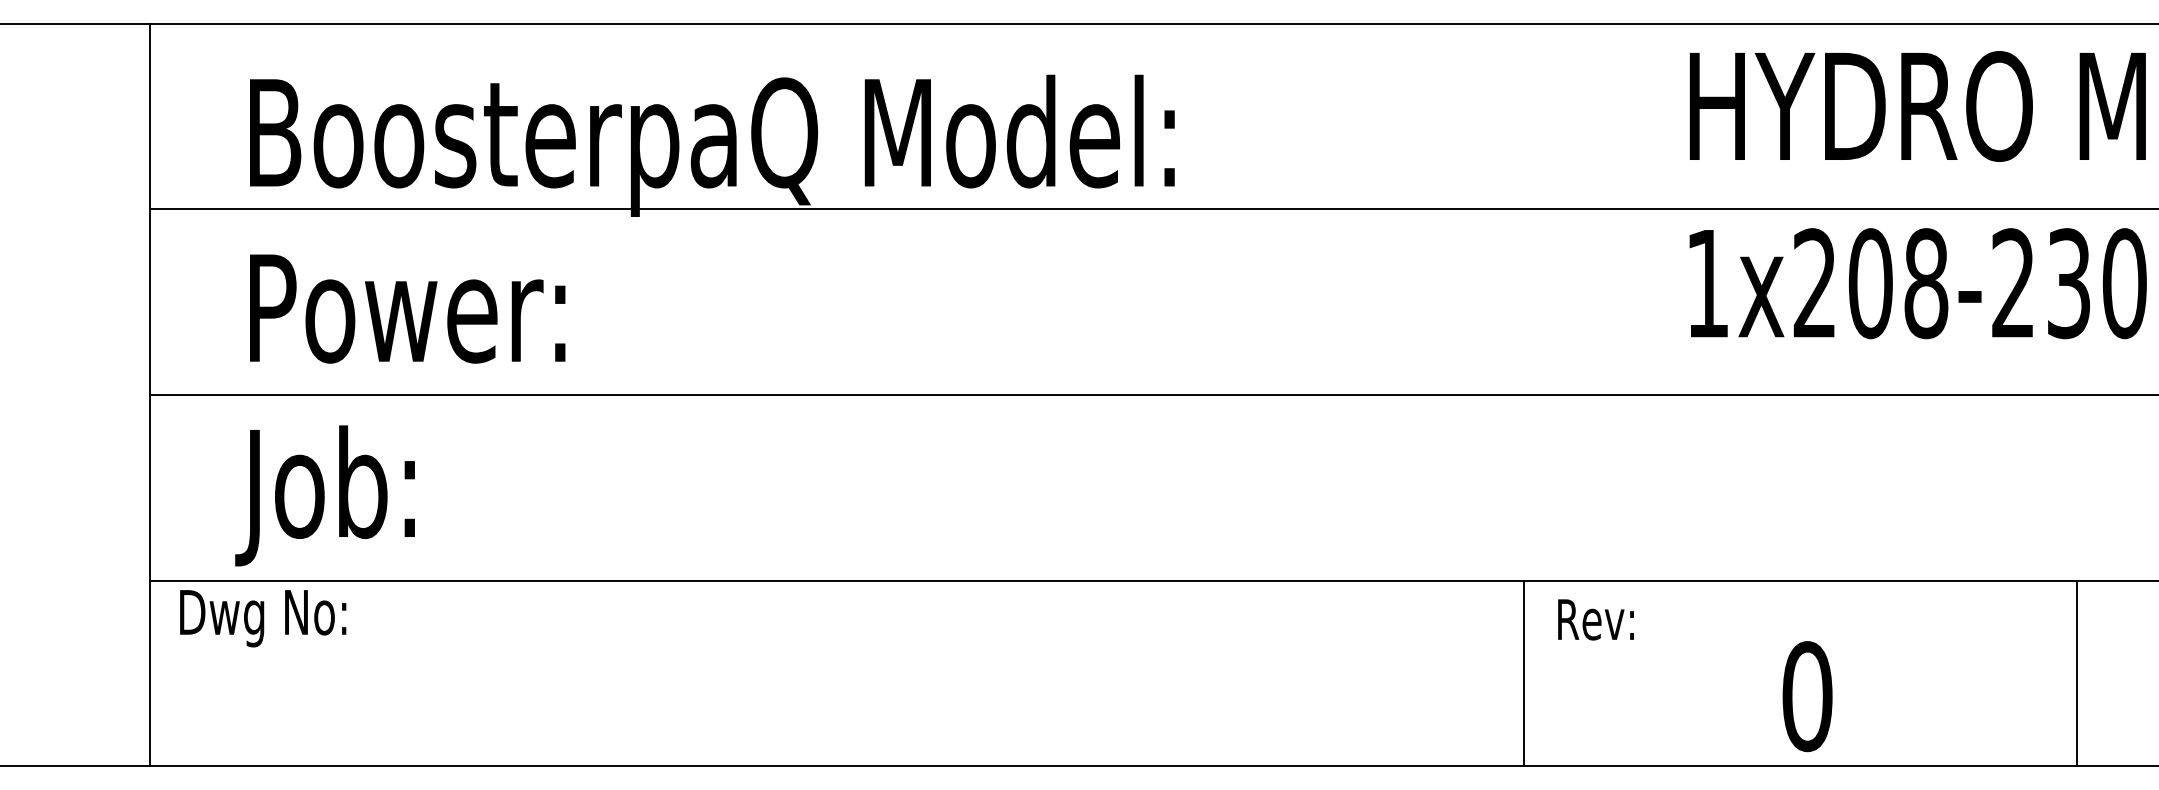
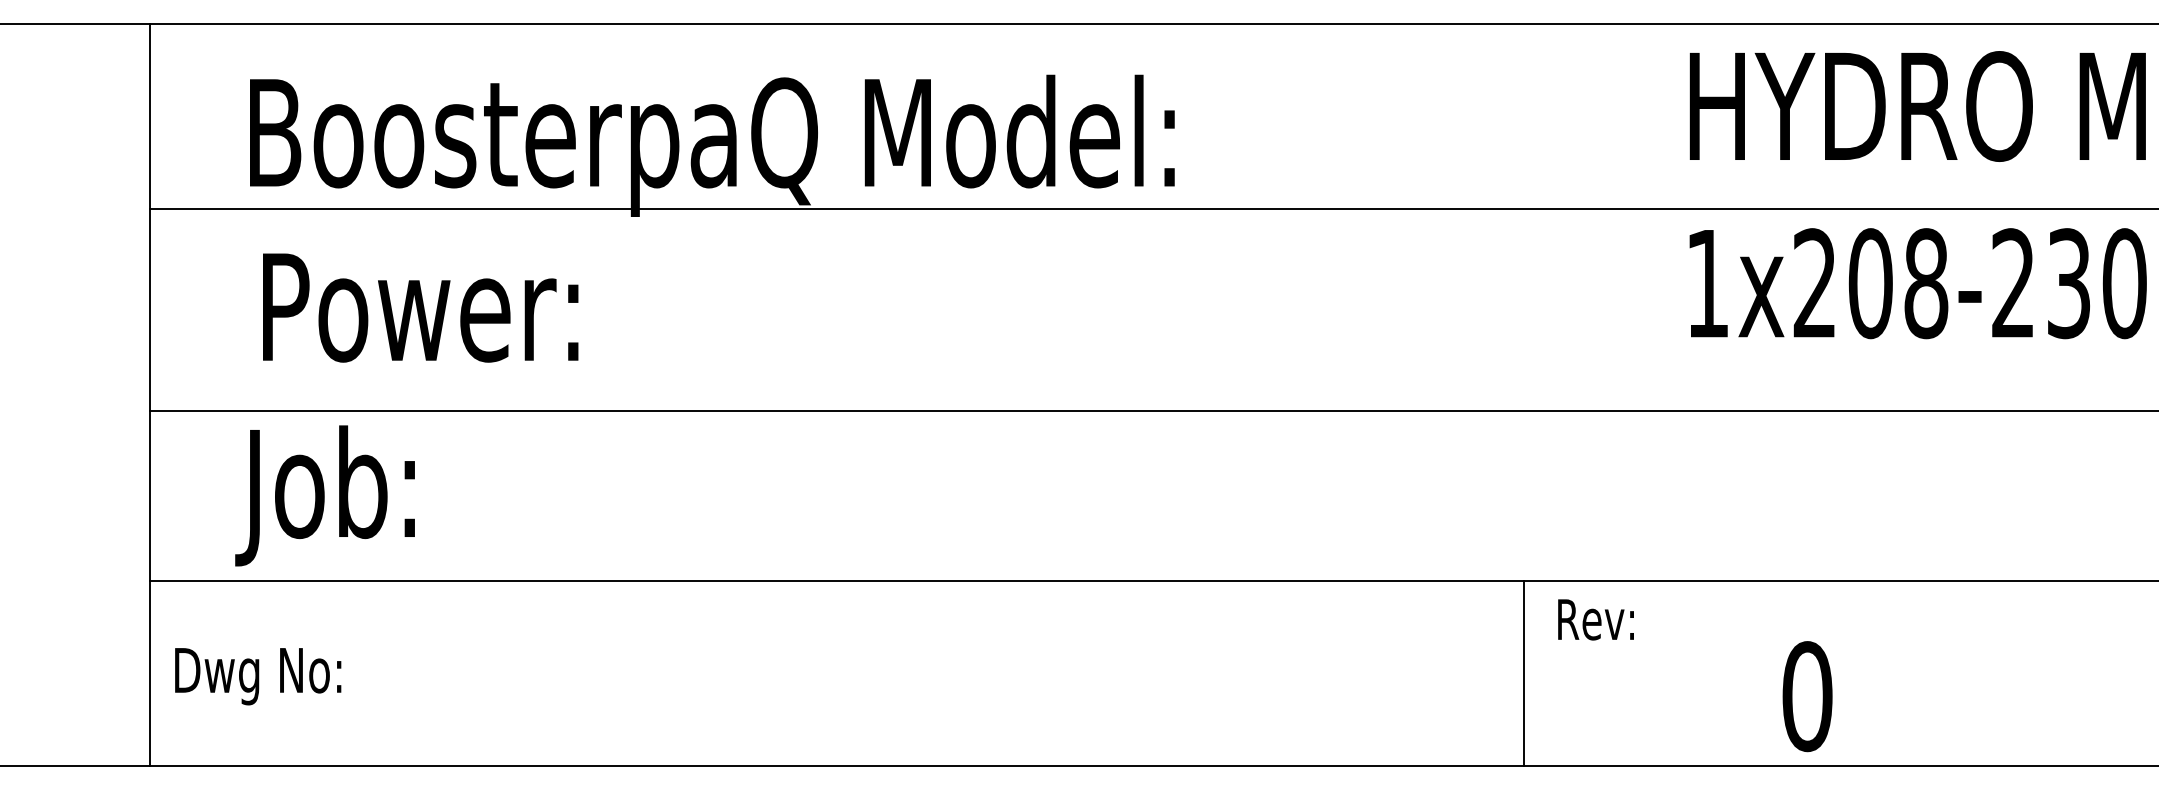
text at (407, 308) position: (407, 308) -> (420, 307)
line at (1152, 394) position: (1152, 394) -> (1152, 410)
text at (263, 618) position: (263, 618) -> (258, 676)
line at (2076, 673): present -> none
